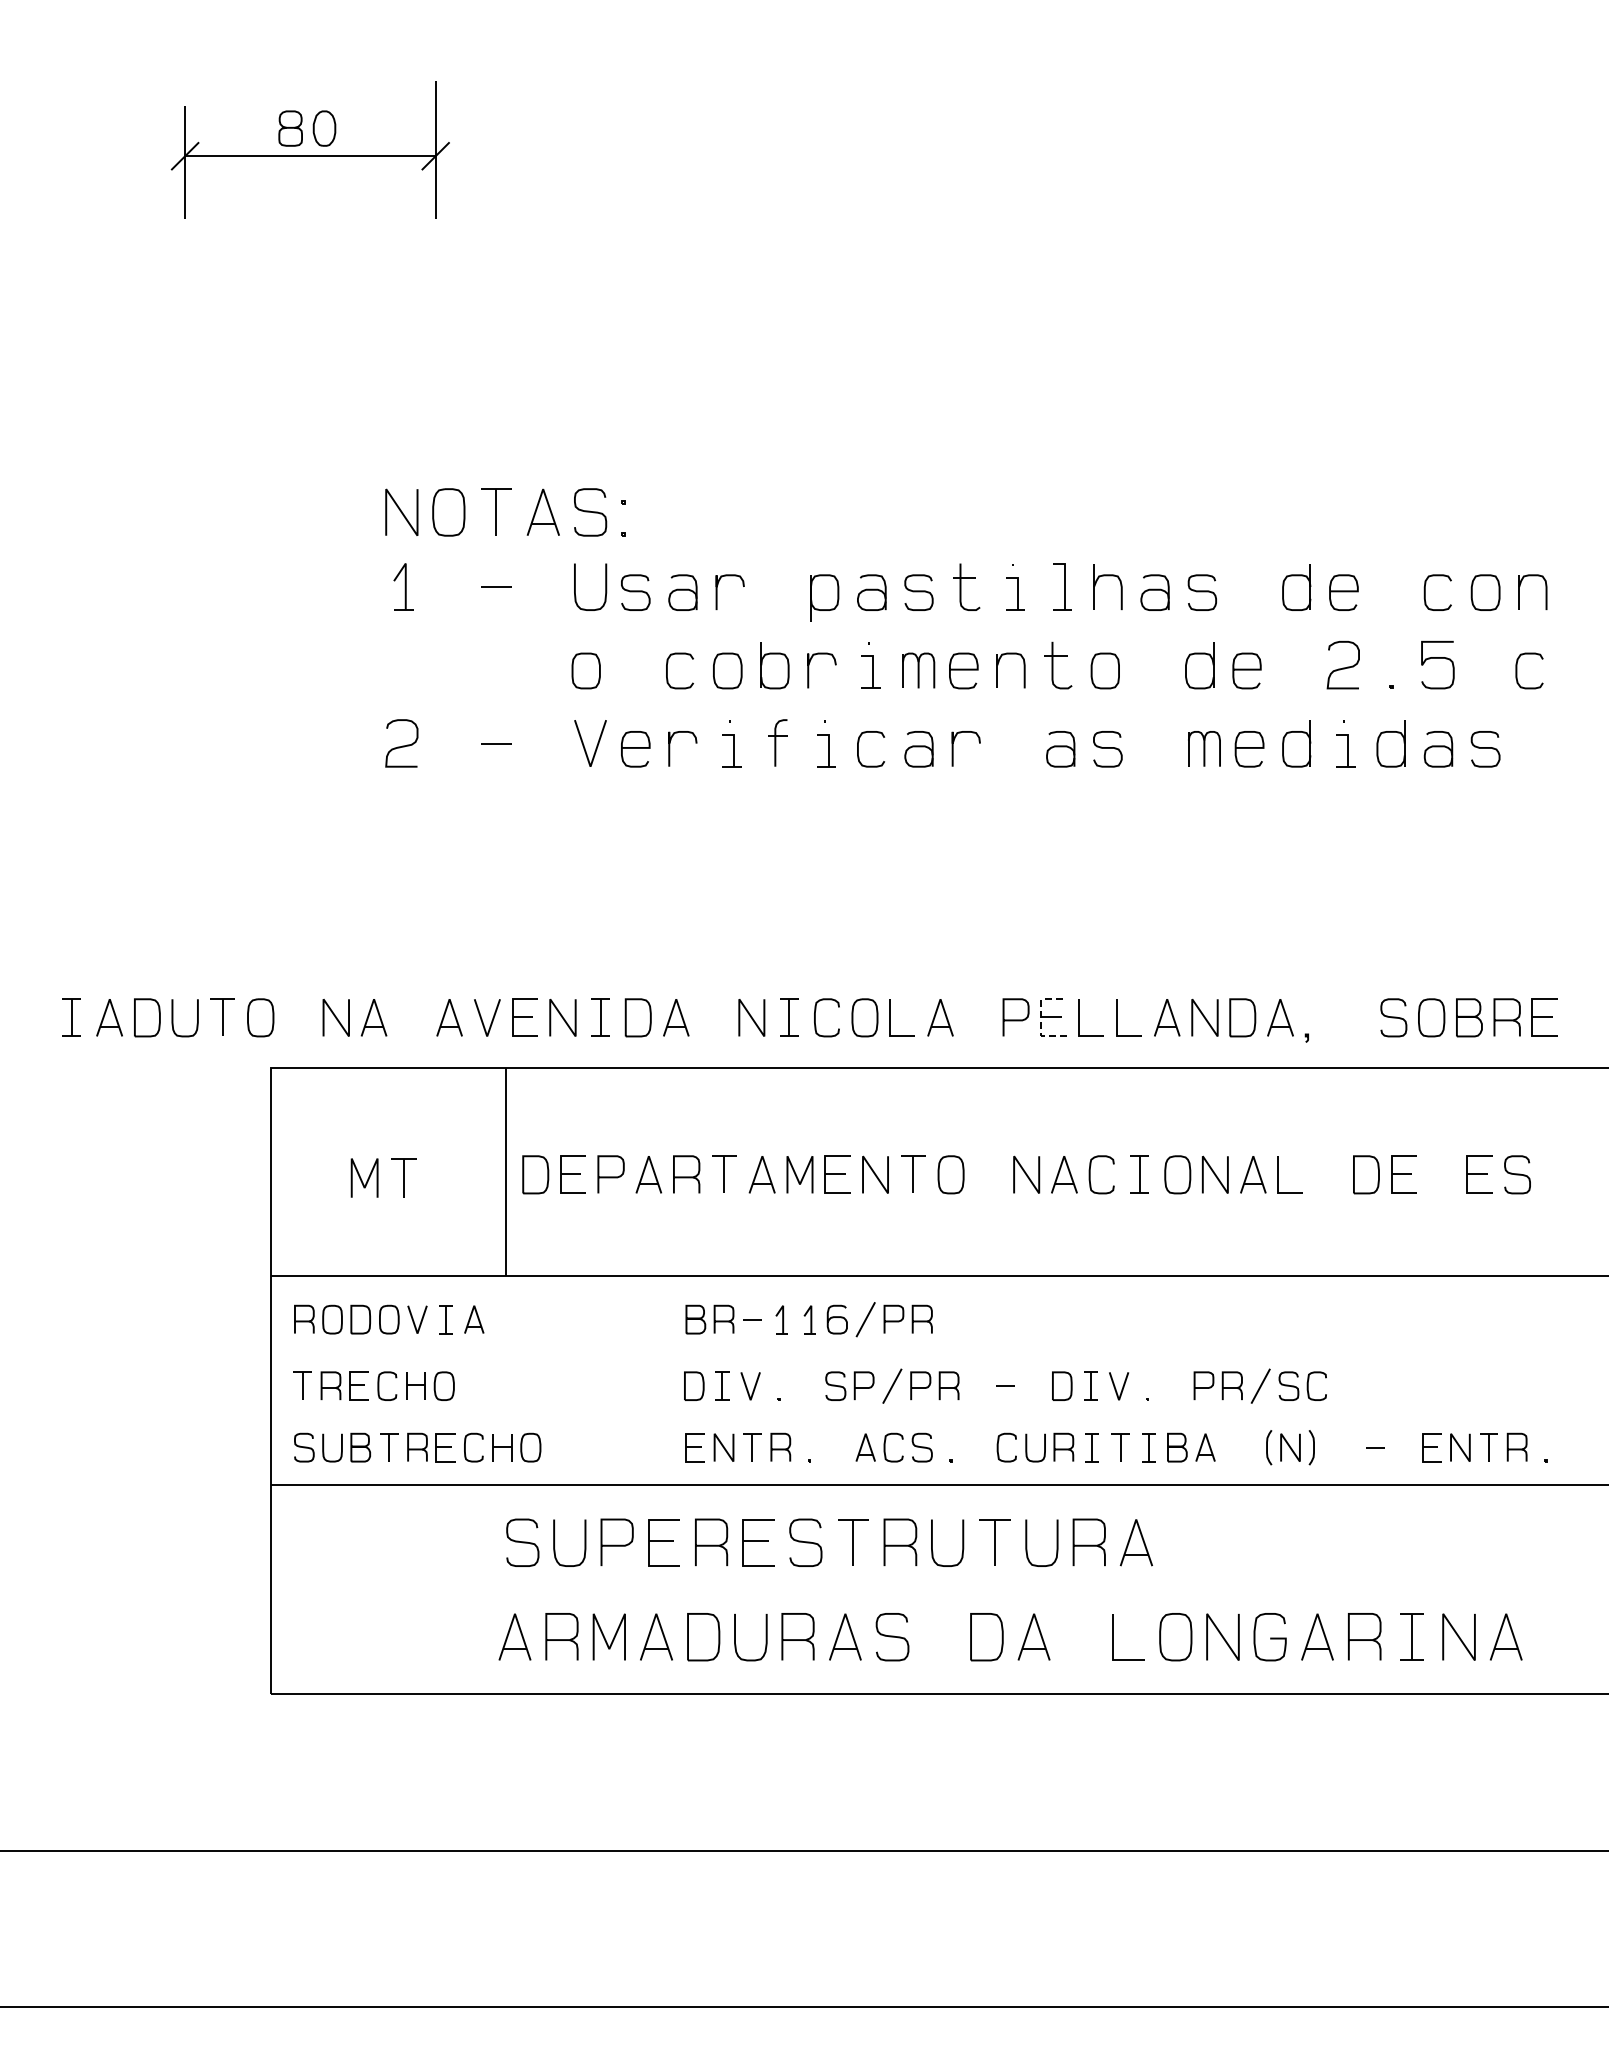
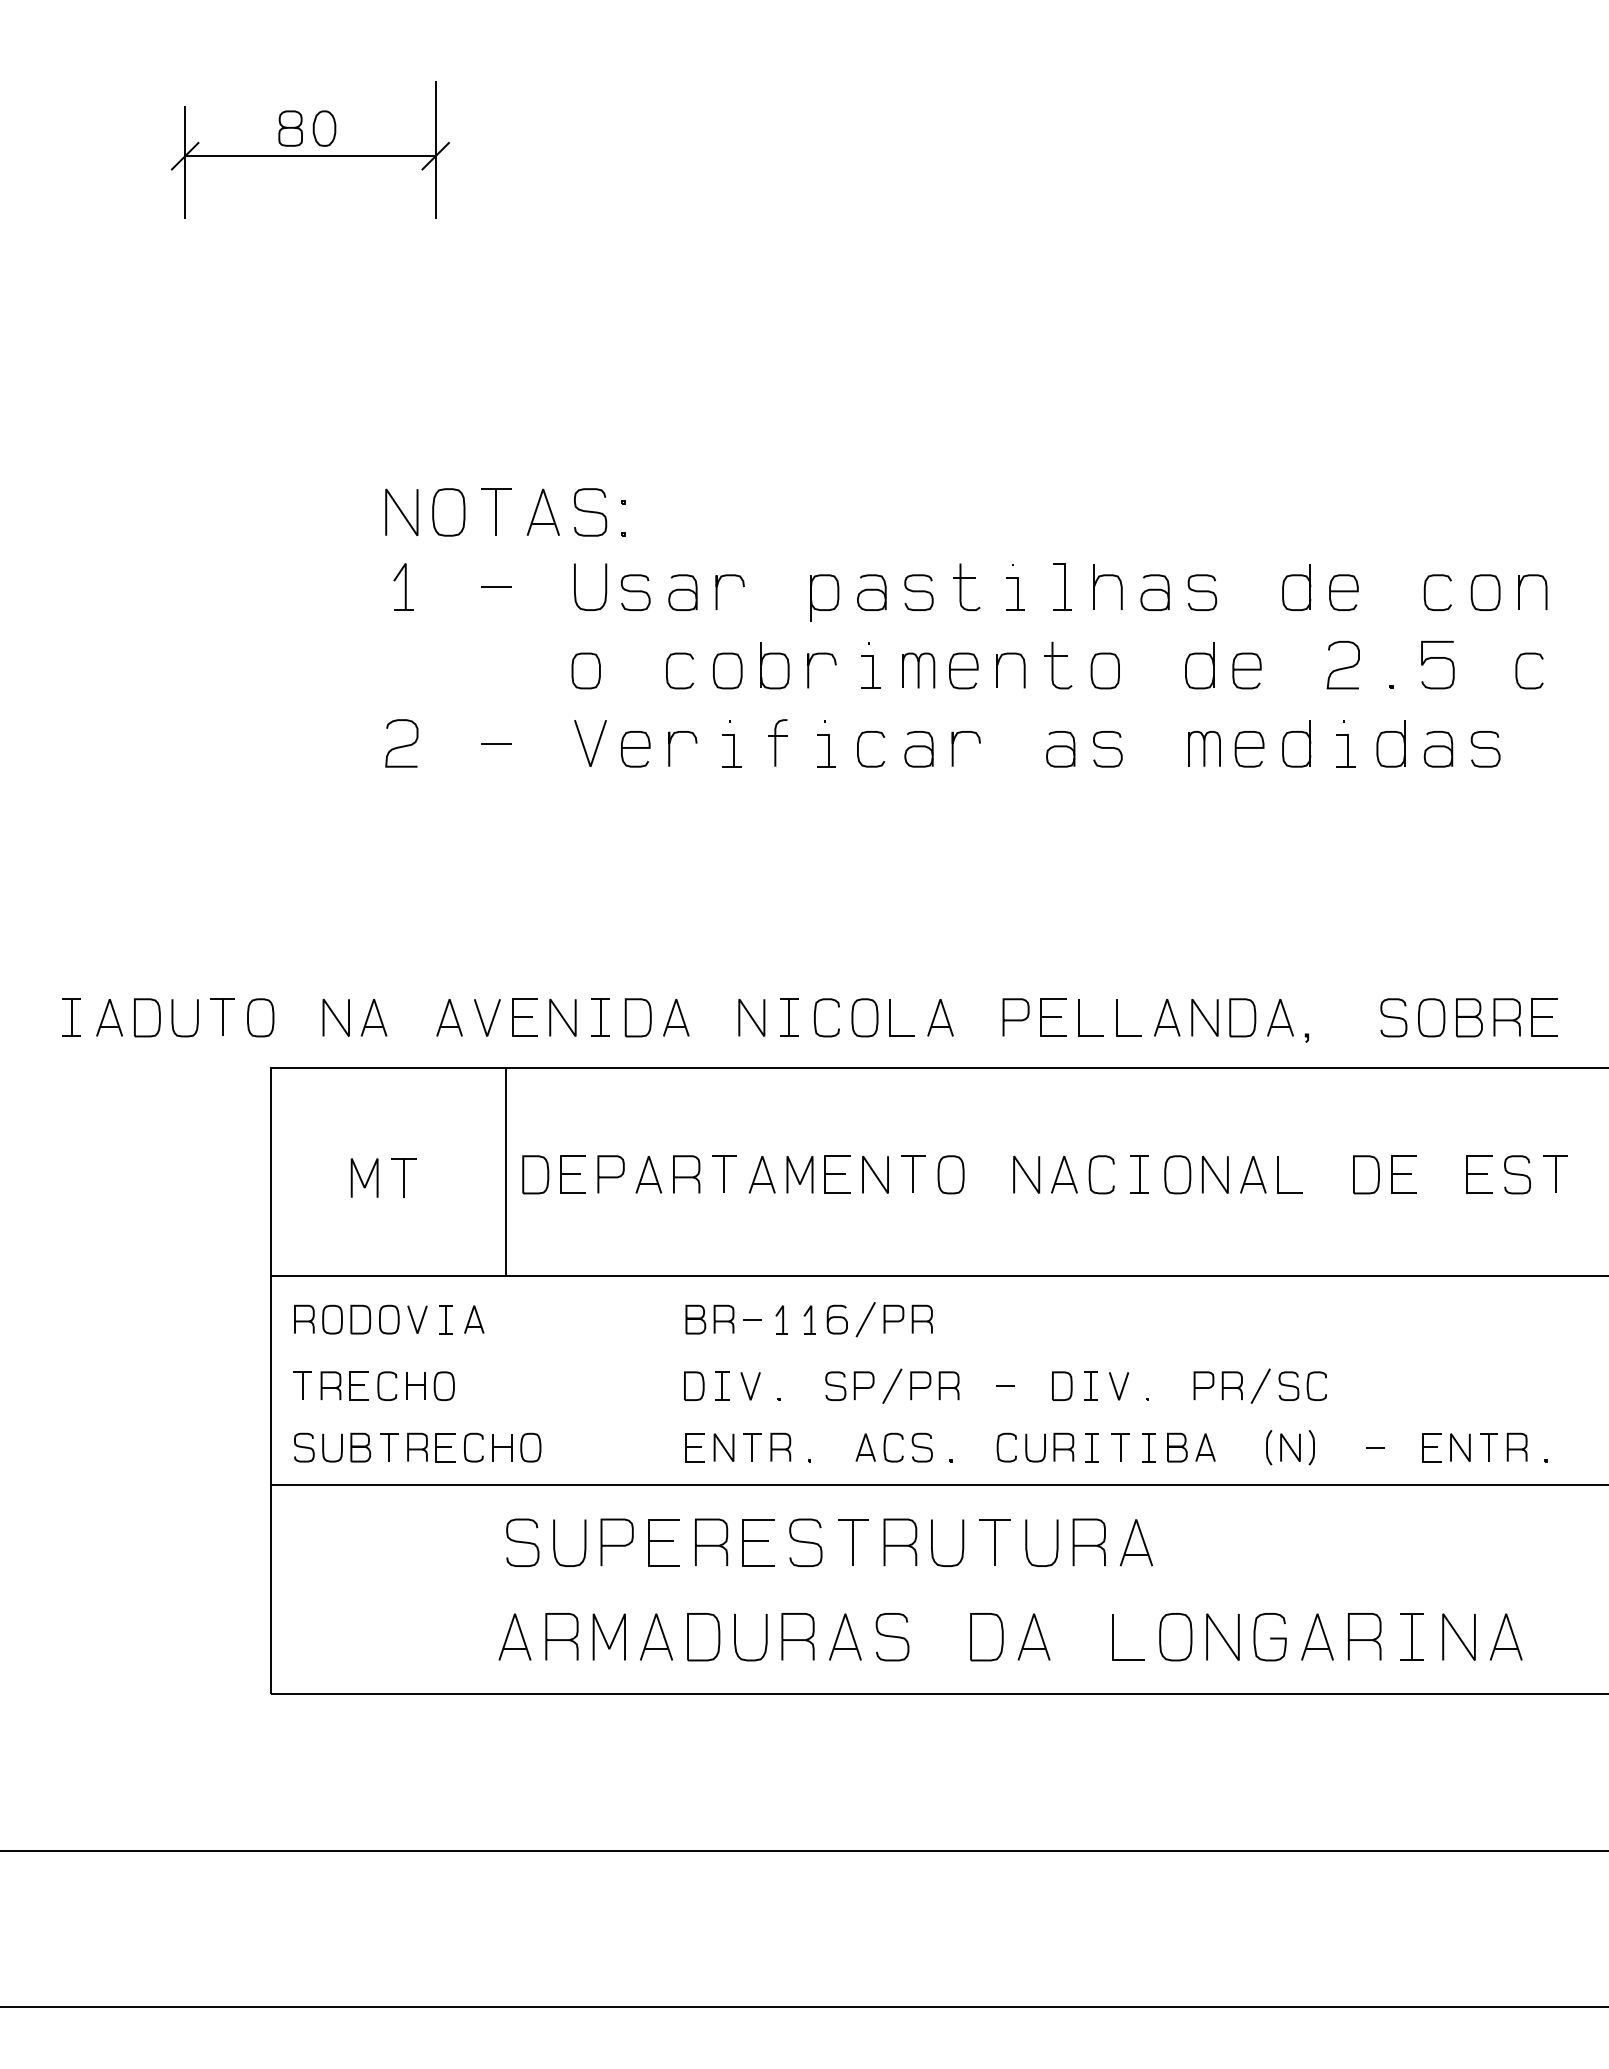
line at (1041, 1017): dashed -> solid
part at (1555, 1173): none -> present
